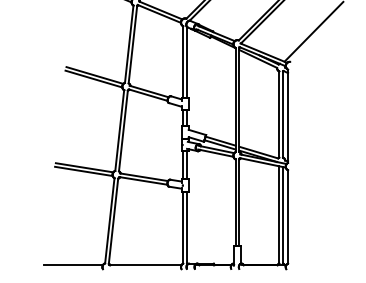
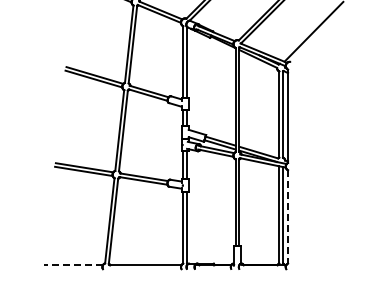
line at (288, 216): solid -> dashed
line at (72, 265): solid -> dashed
